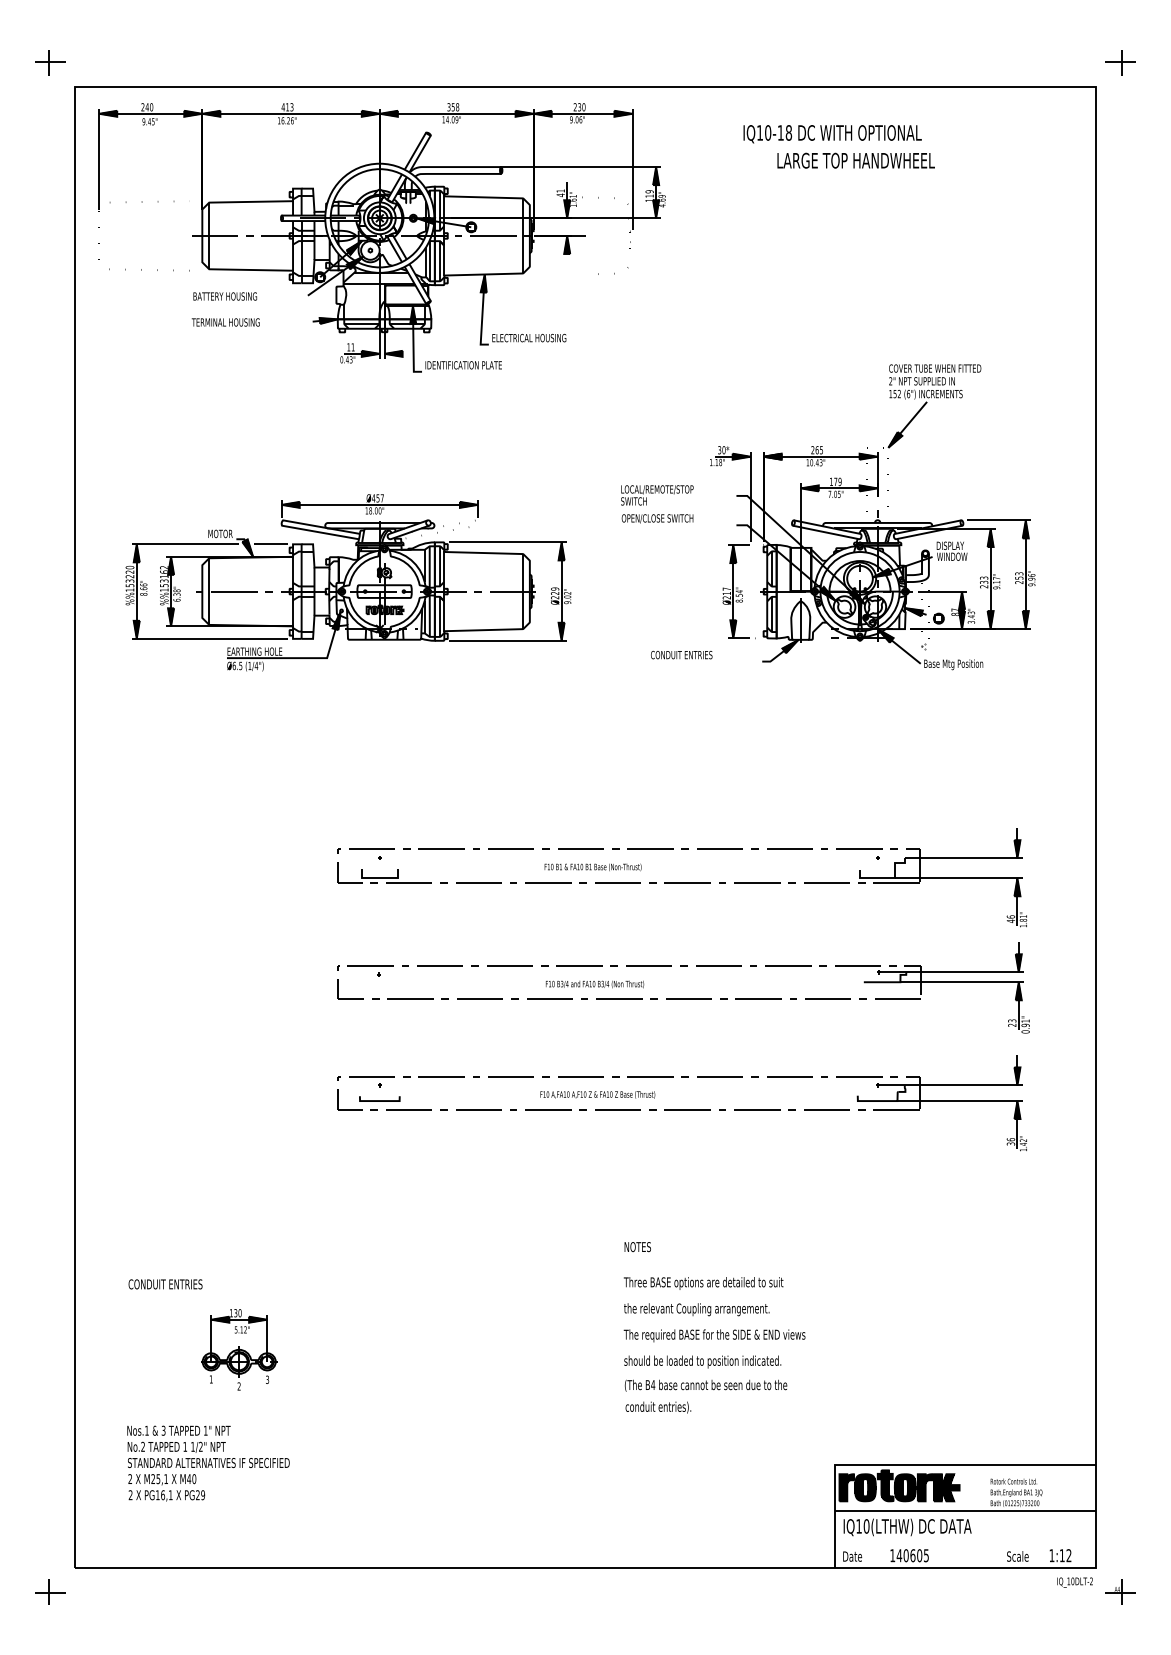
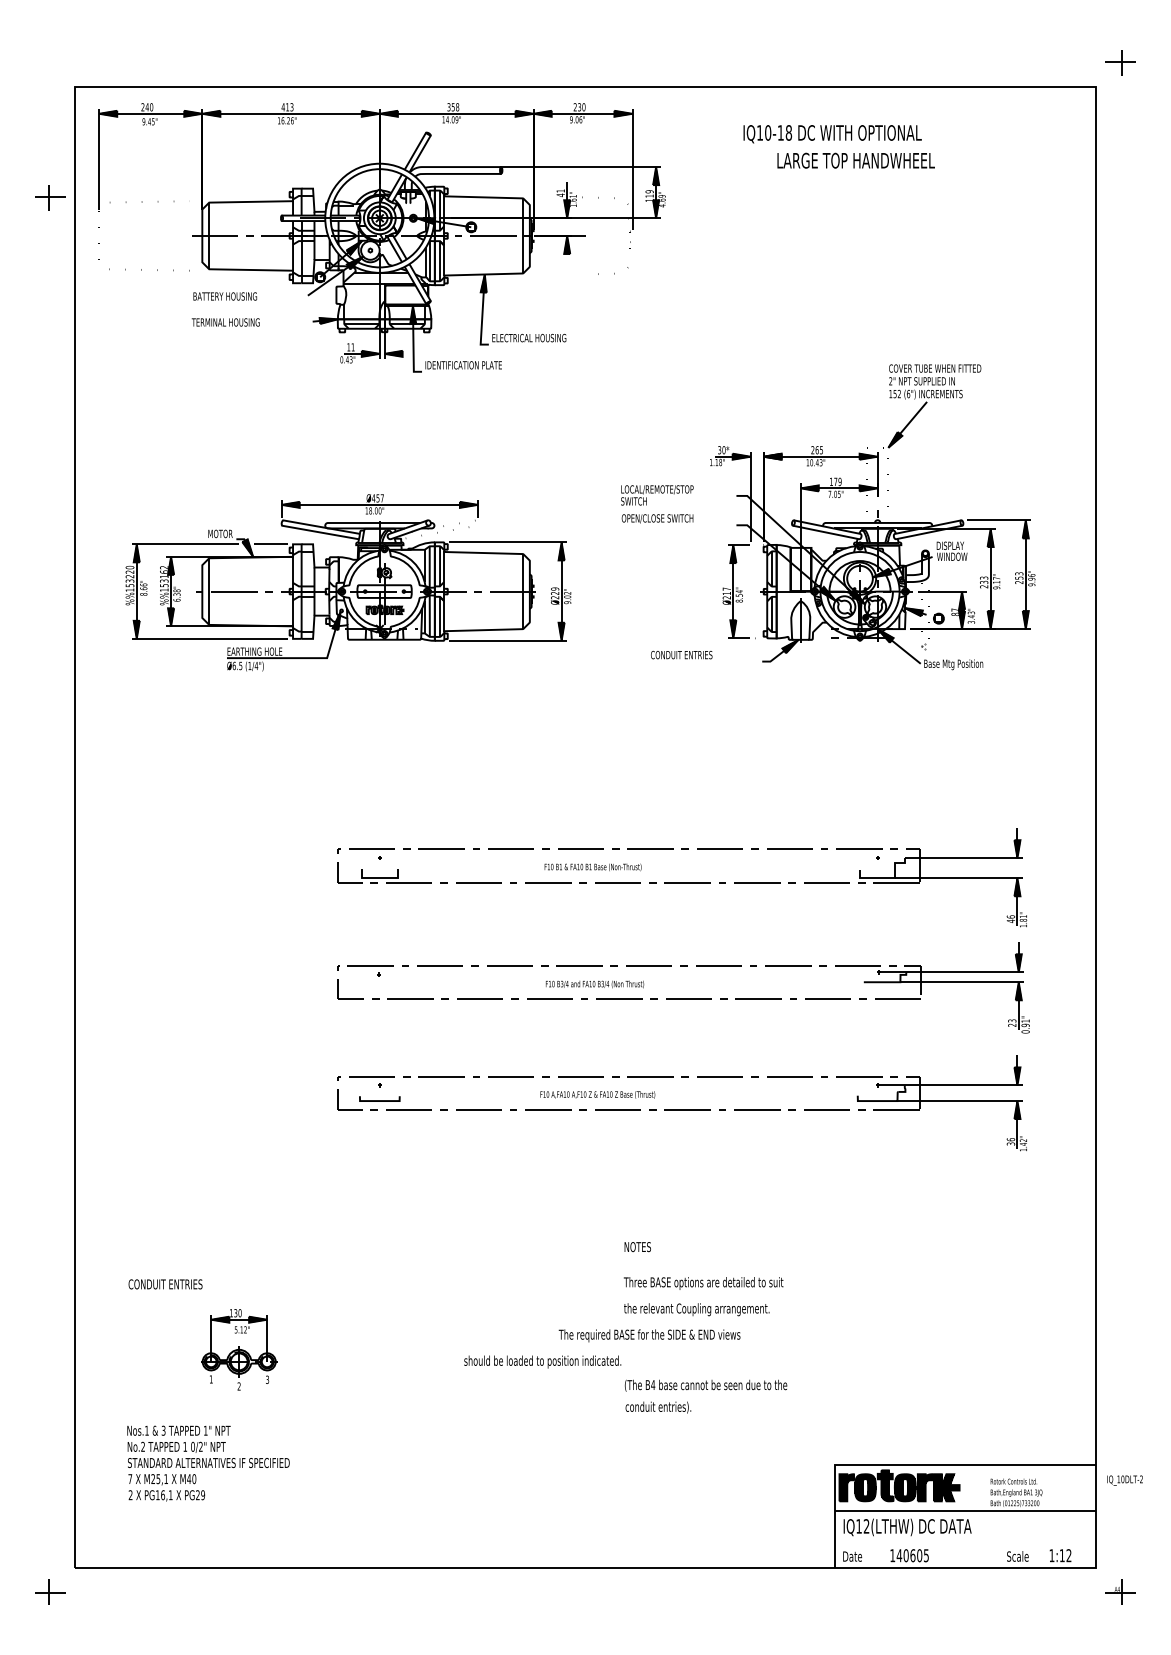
part at (50, 62) position: (50, 62) -> (50, 197)
text at (714, 1335) position: (714, 1335) -> (649, 1335)
text at (702, 1361) position: (702, 1361) -> (542, 1361)
text at (192, 1446): 1/2" -> 0/2"
text at (130, 1478): 2 -> 7
text at (866, 1526): IQ10(LTHW) -> IQ12(LTHW)
text at (1074, 1582) position: (1074, 1582) -> (1124, 1480)
